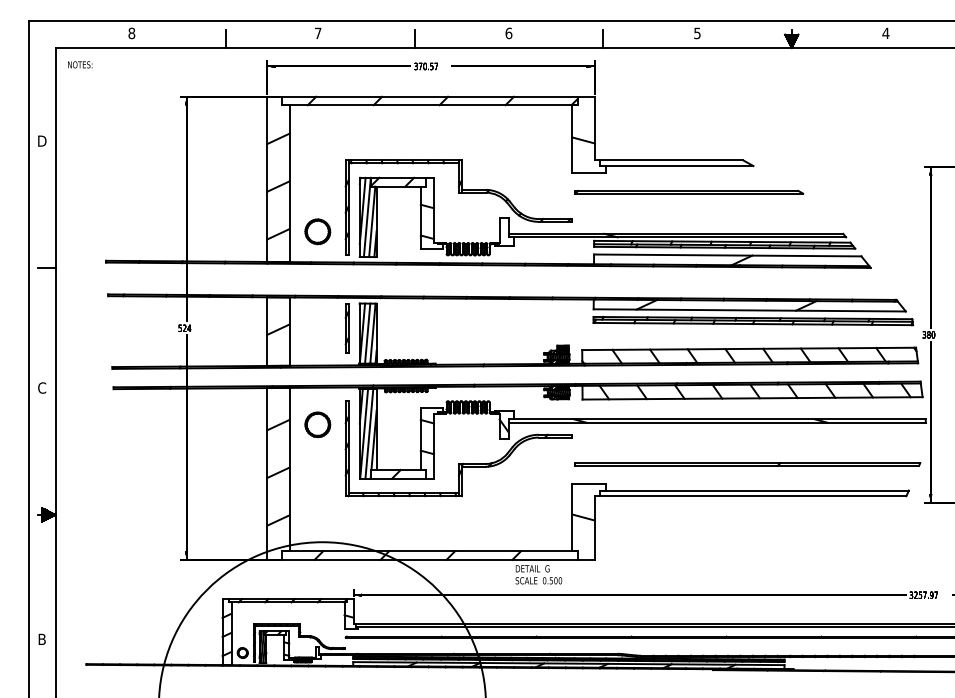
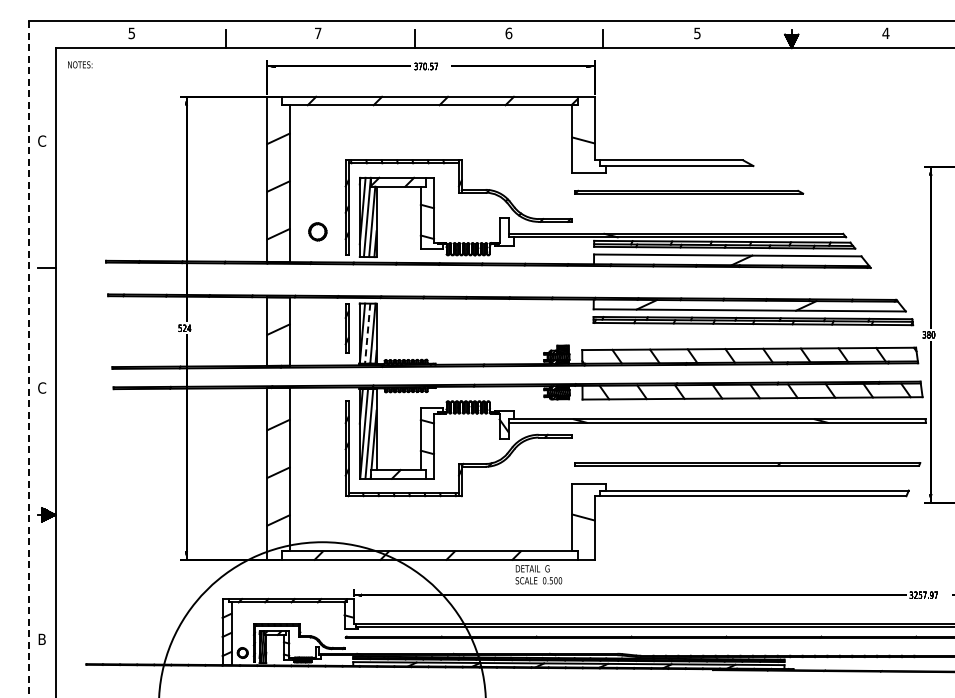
text at (131, 33): 8 -> 5
text at (42, 140): D -> C
part at (317, 231) size: 28x28 px -> 20x20 px
line at (367, 334): solid -> dashed
line at (28, 359): solid -> dashed
part at (317, 424): present -> none
